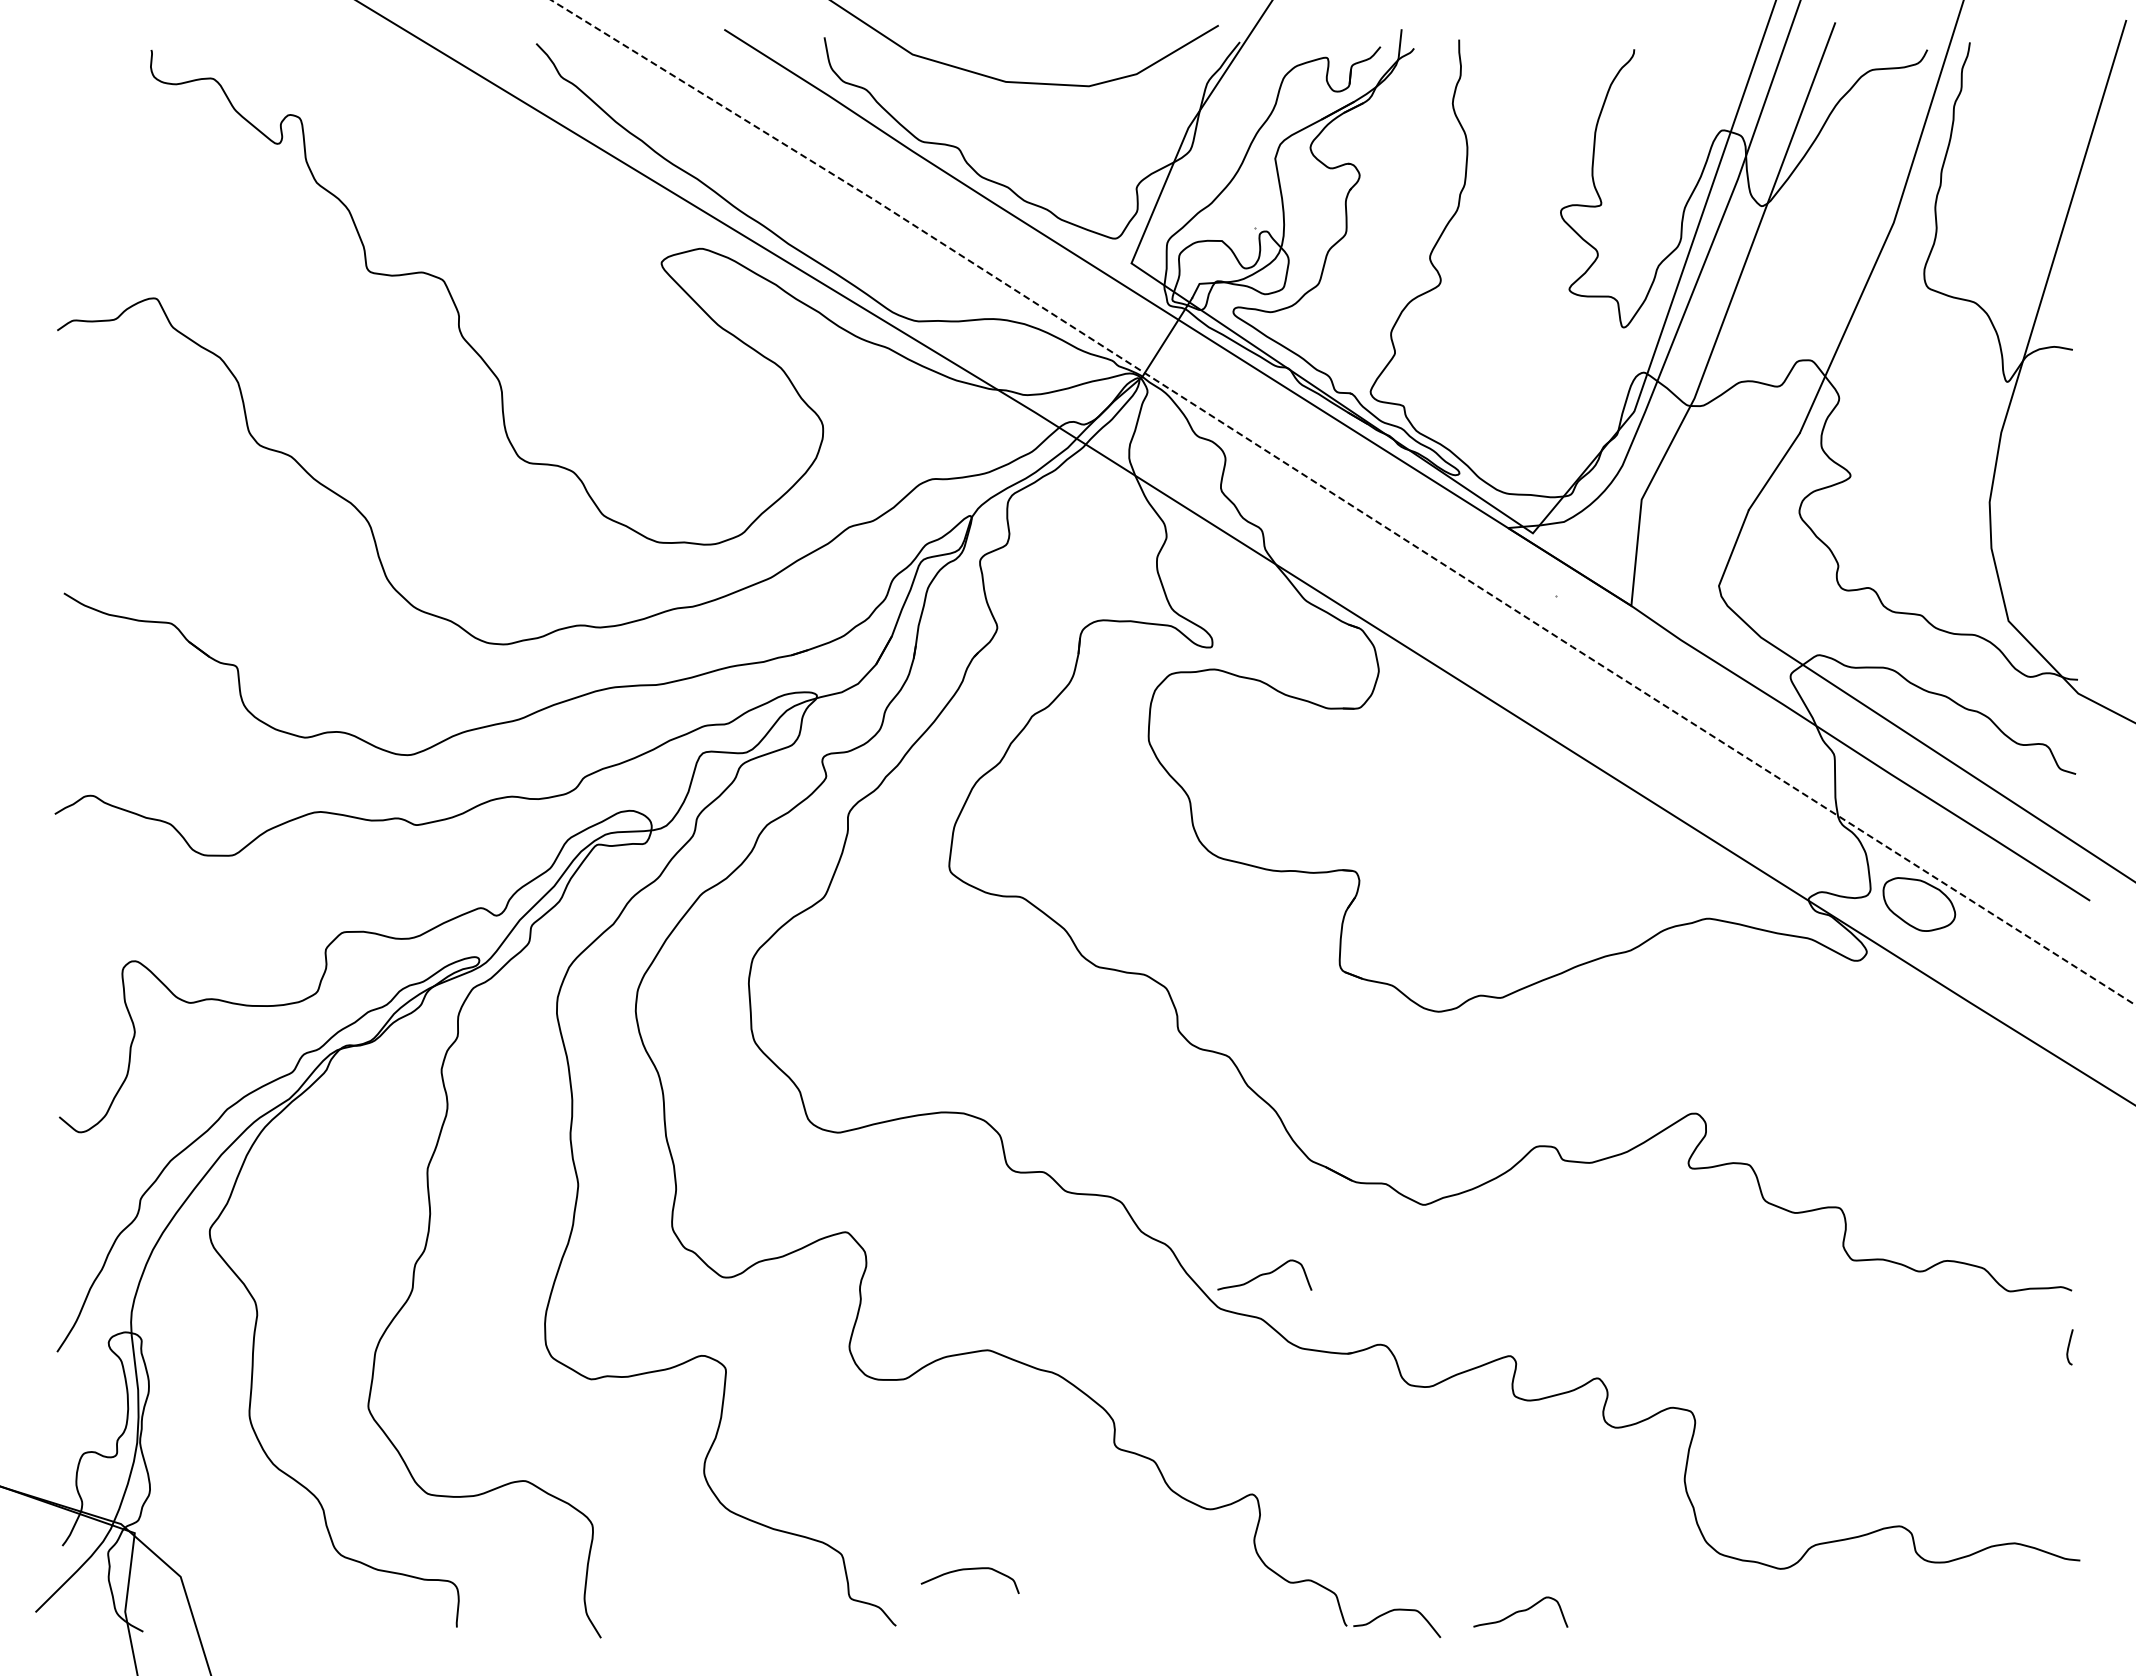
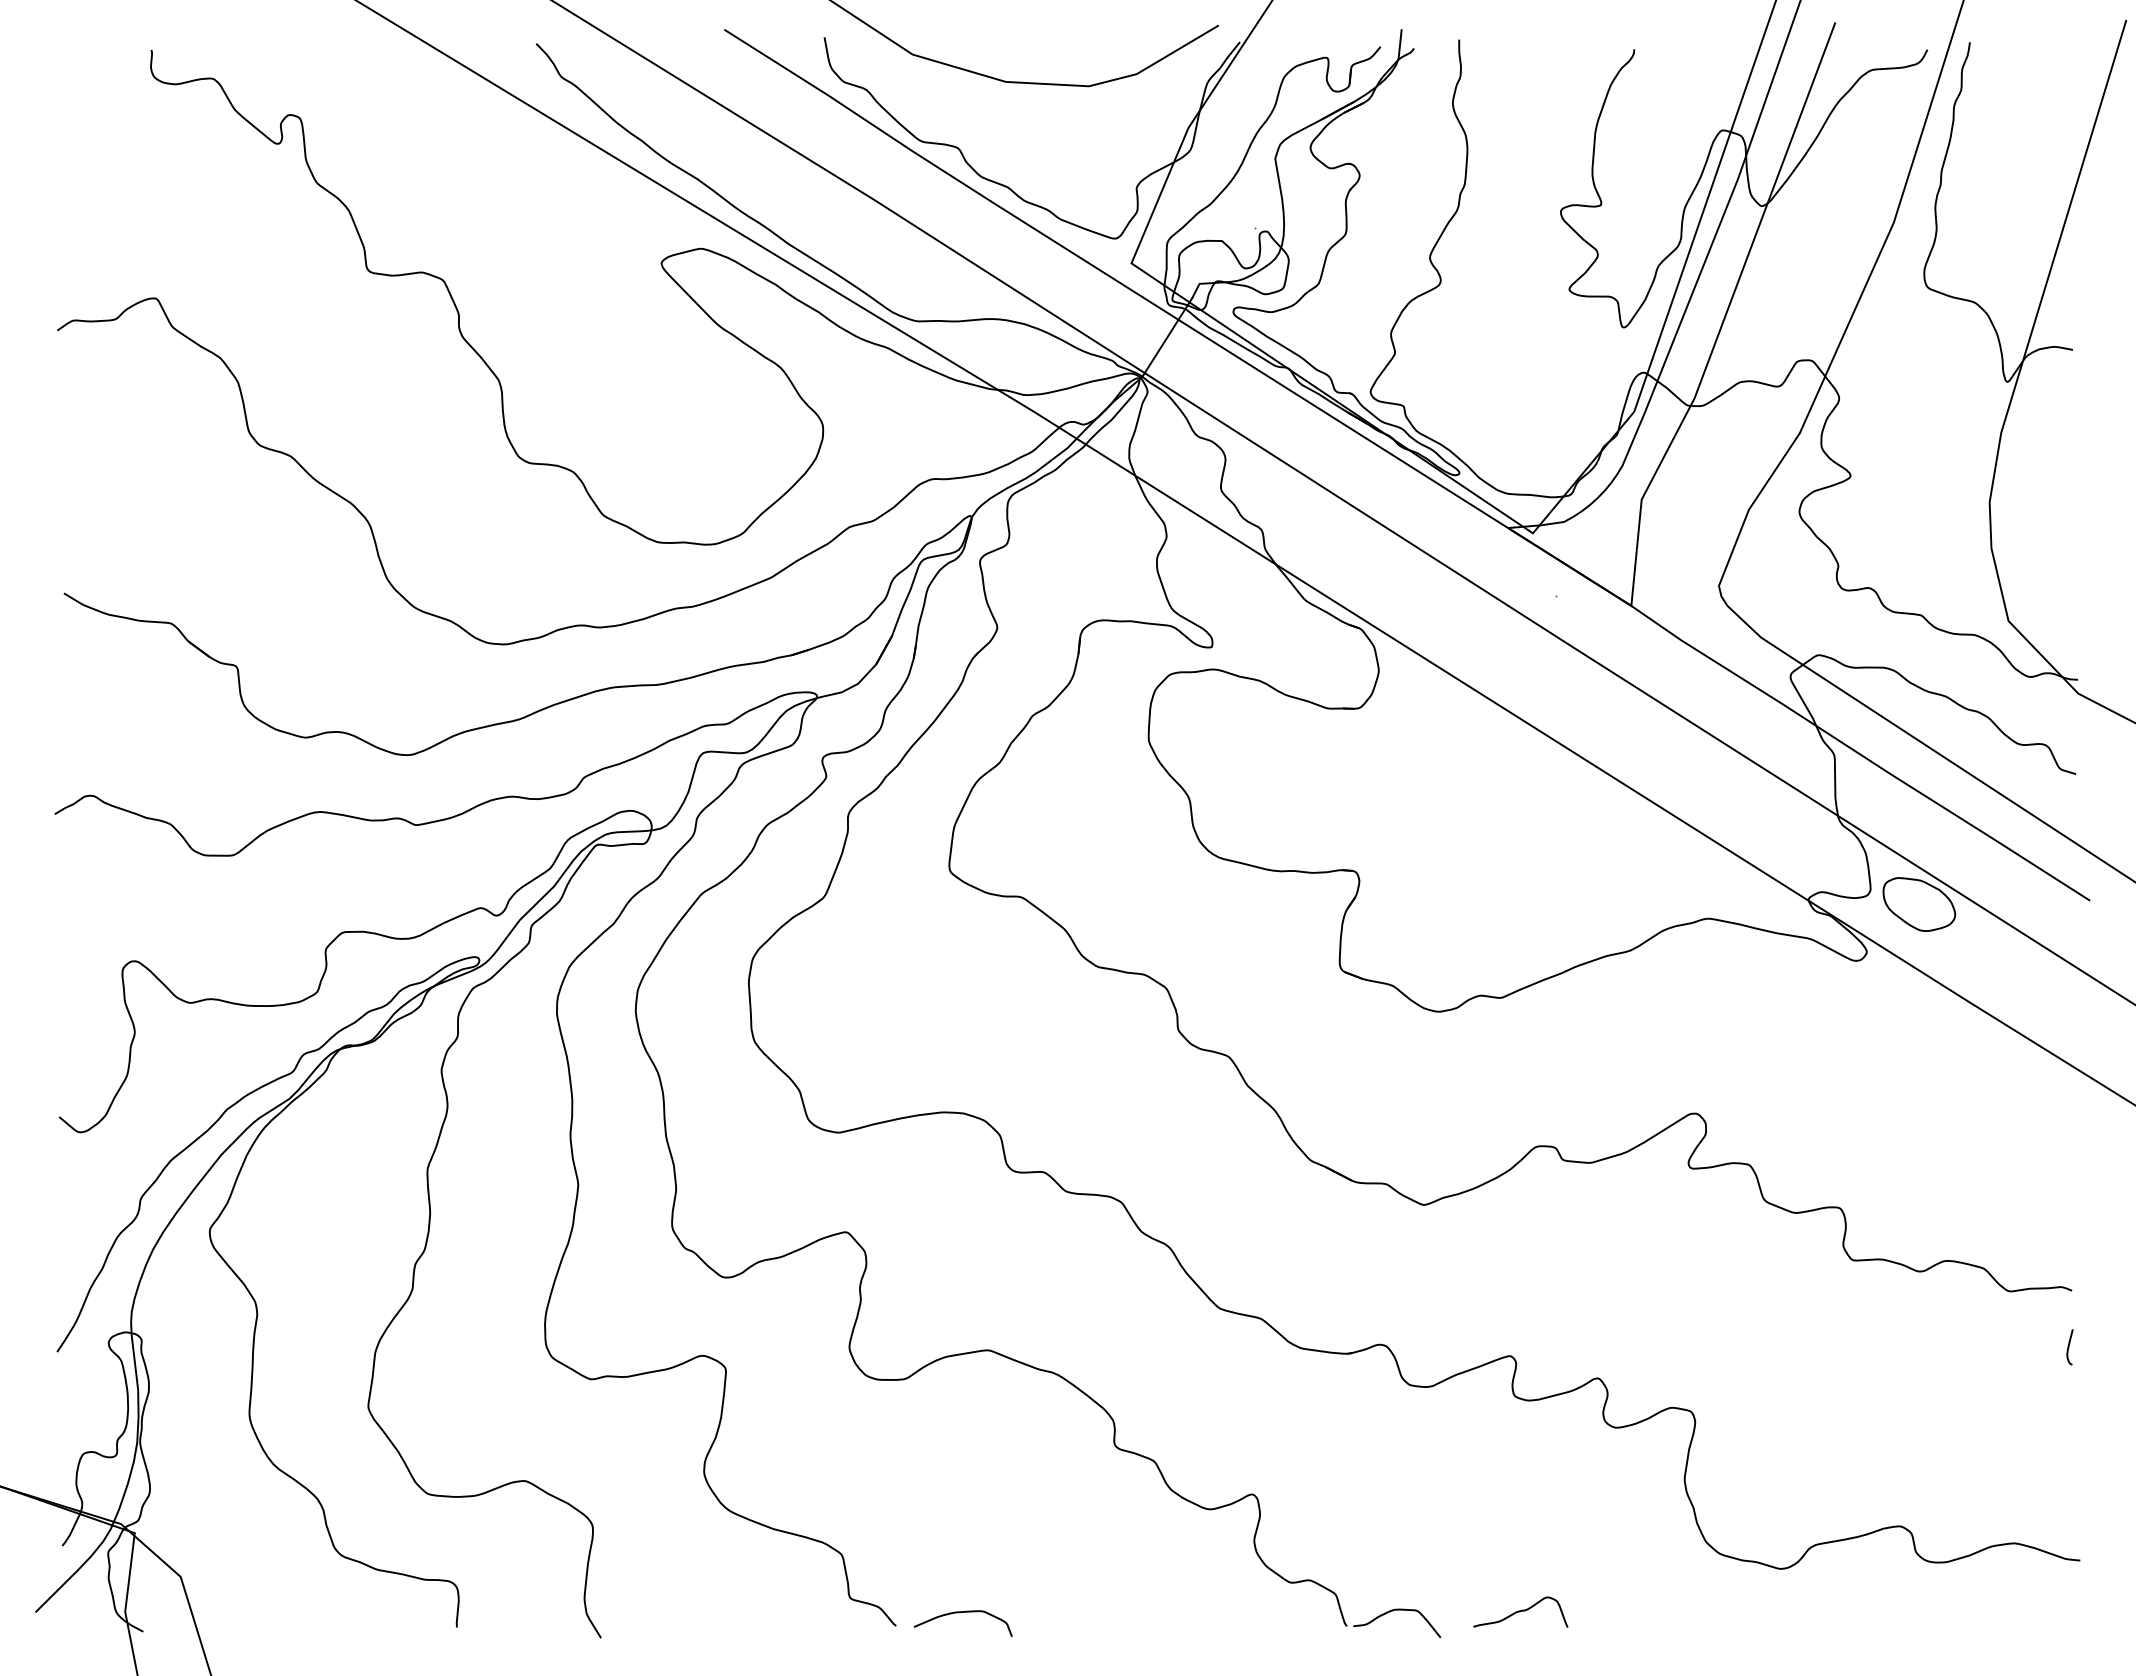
line at (1344, 500): dashed -> solid
curve at (1264, 1274): present -> none
curve at (966, 1570) position: (966, 1570) -> (959, 1613)
